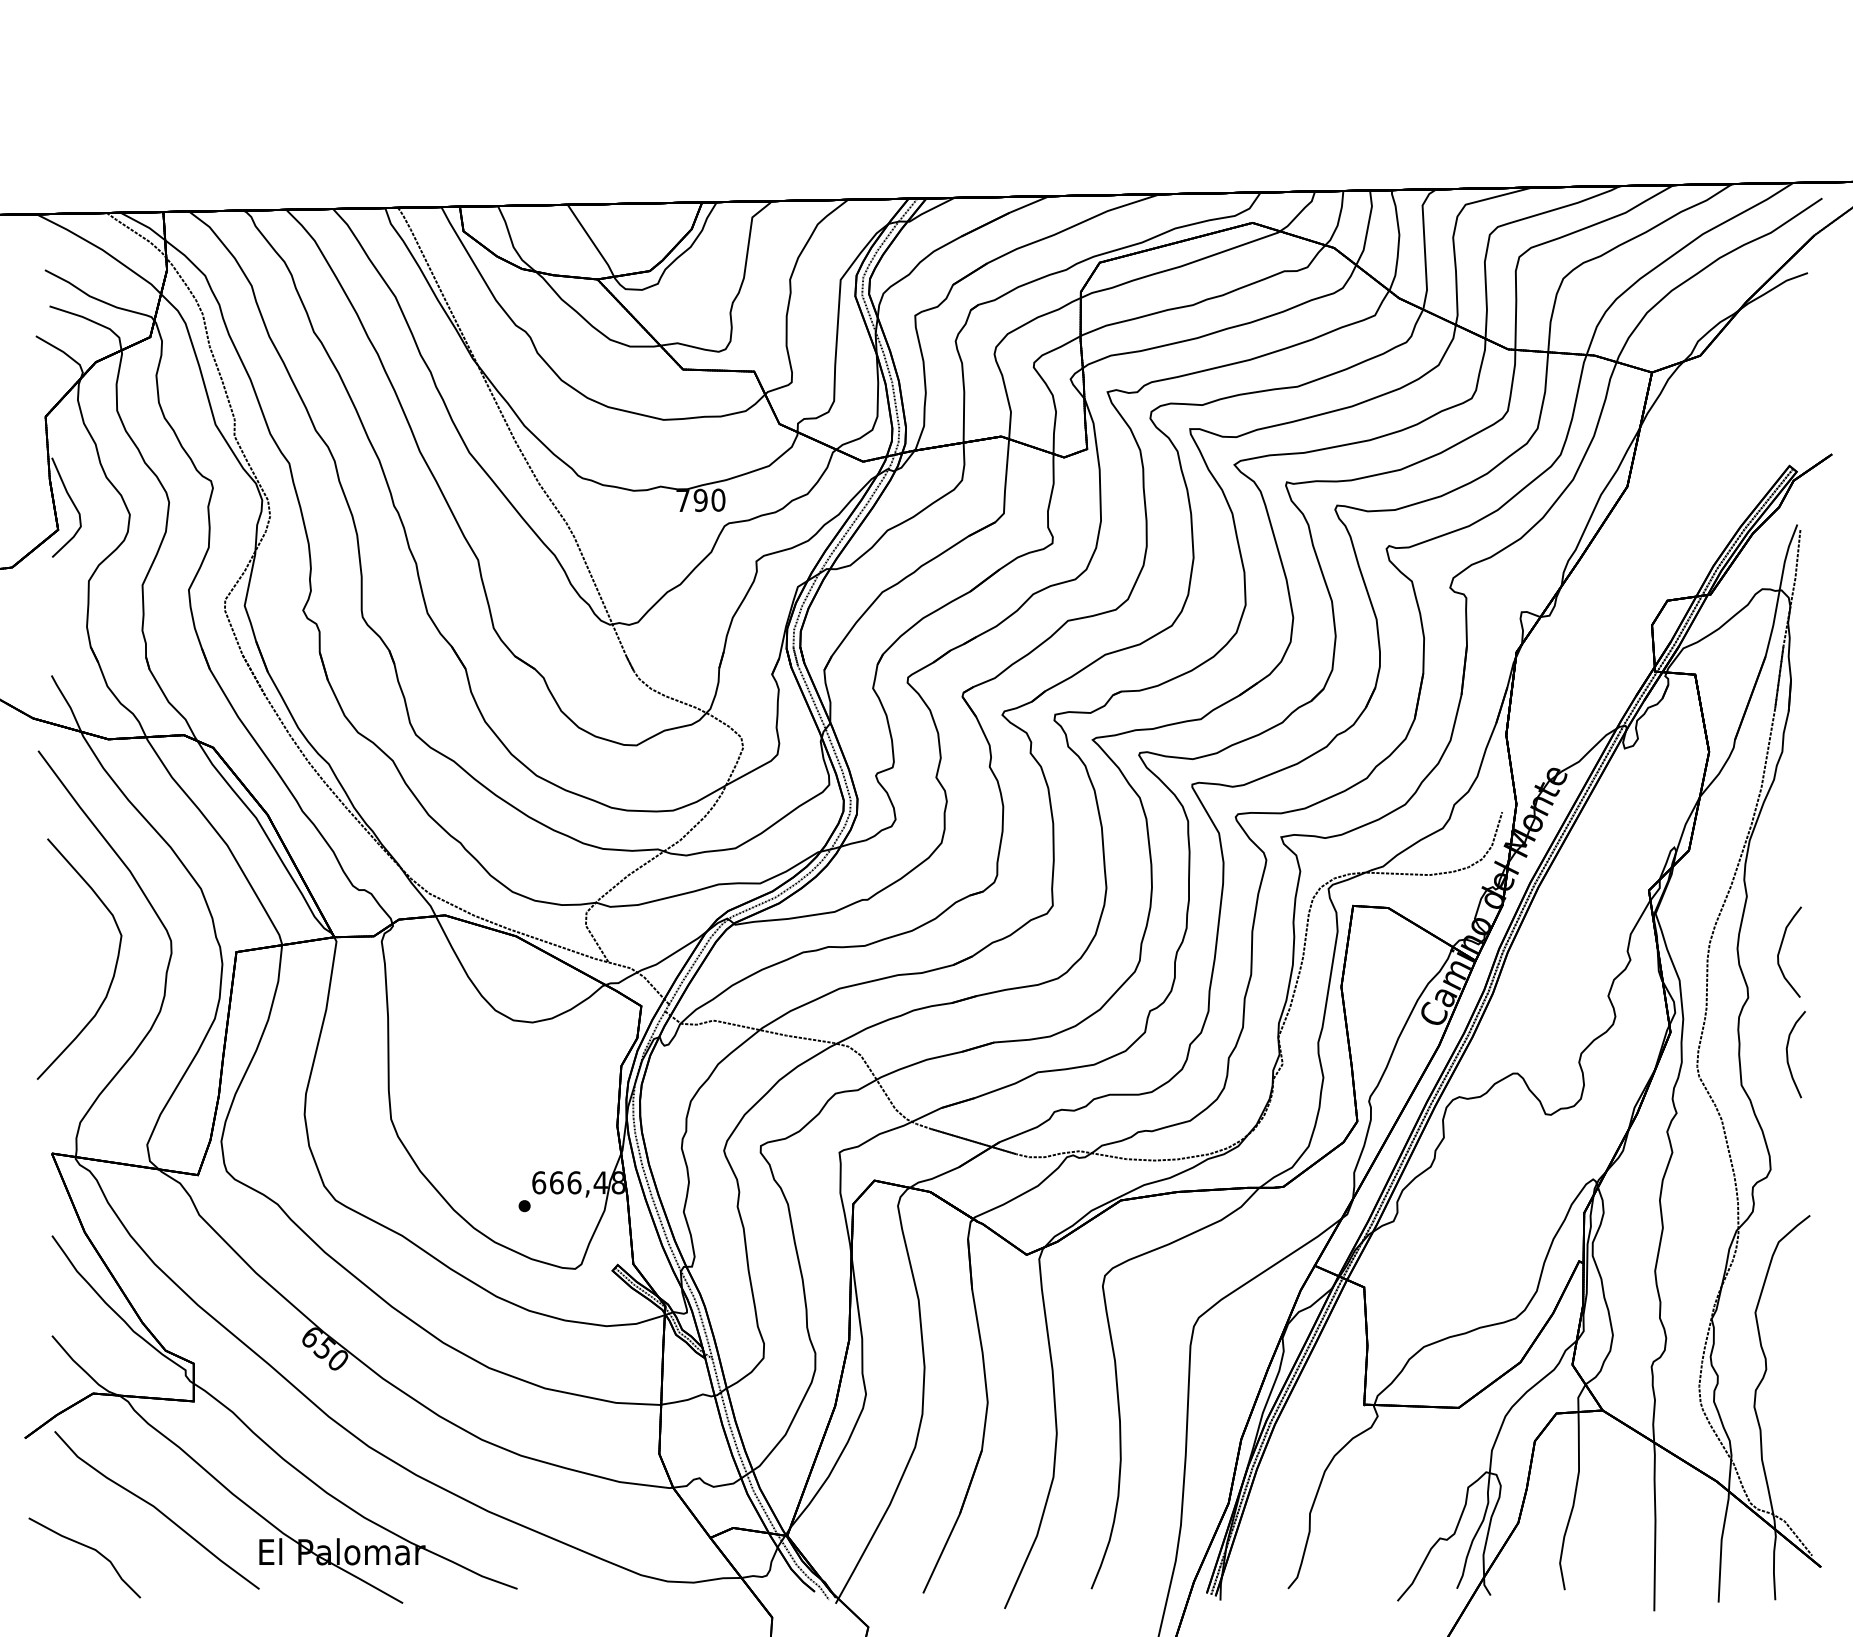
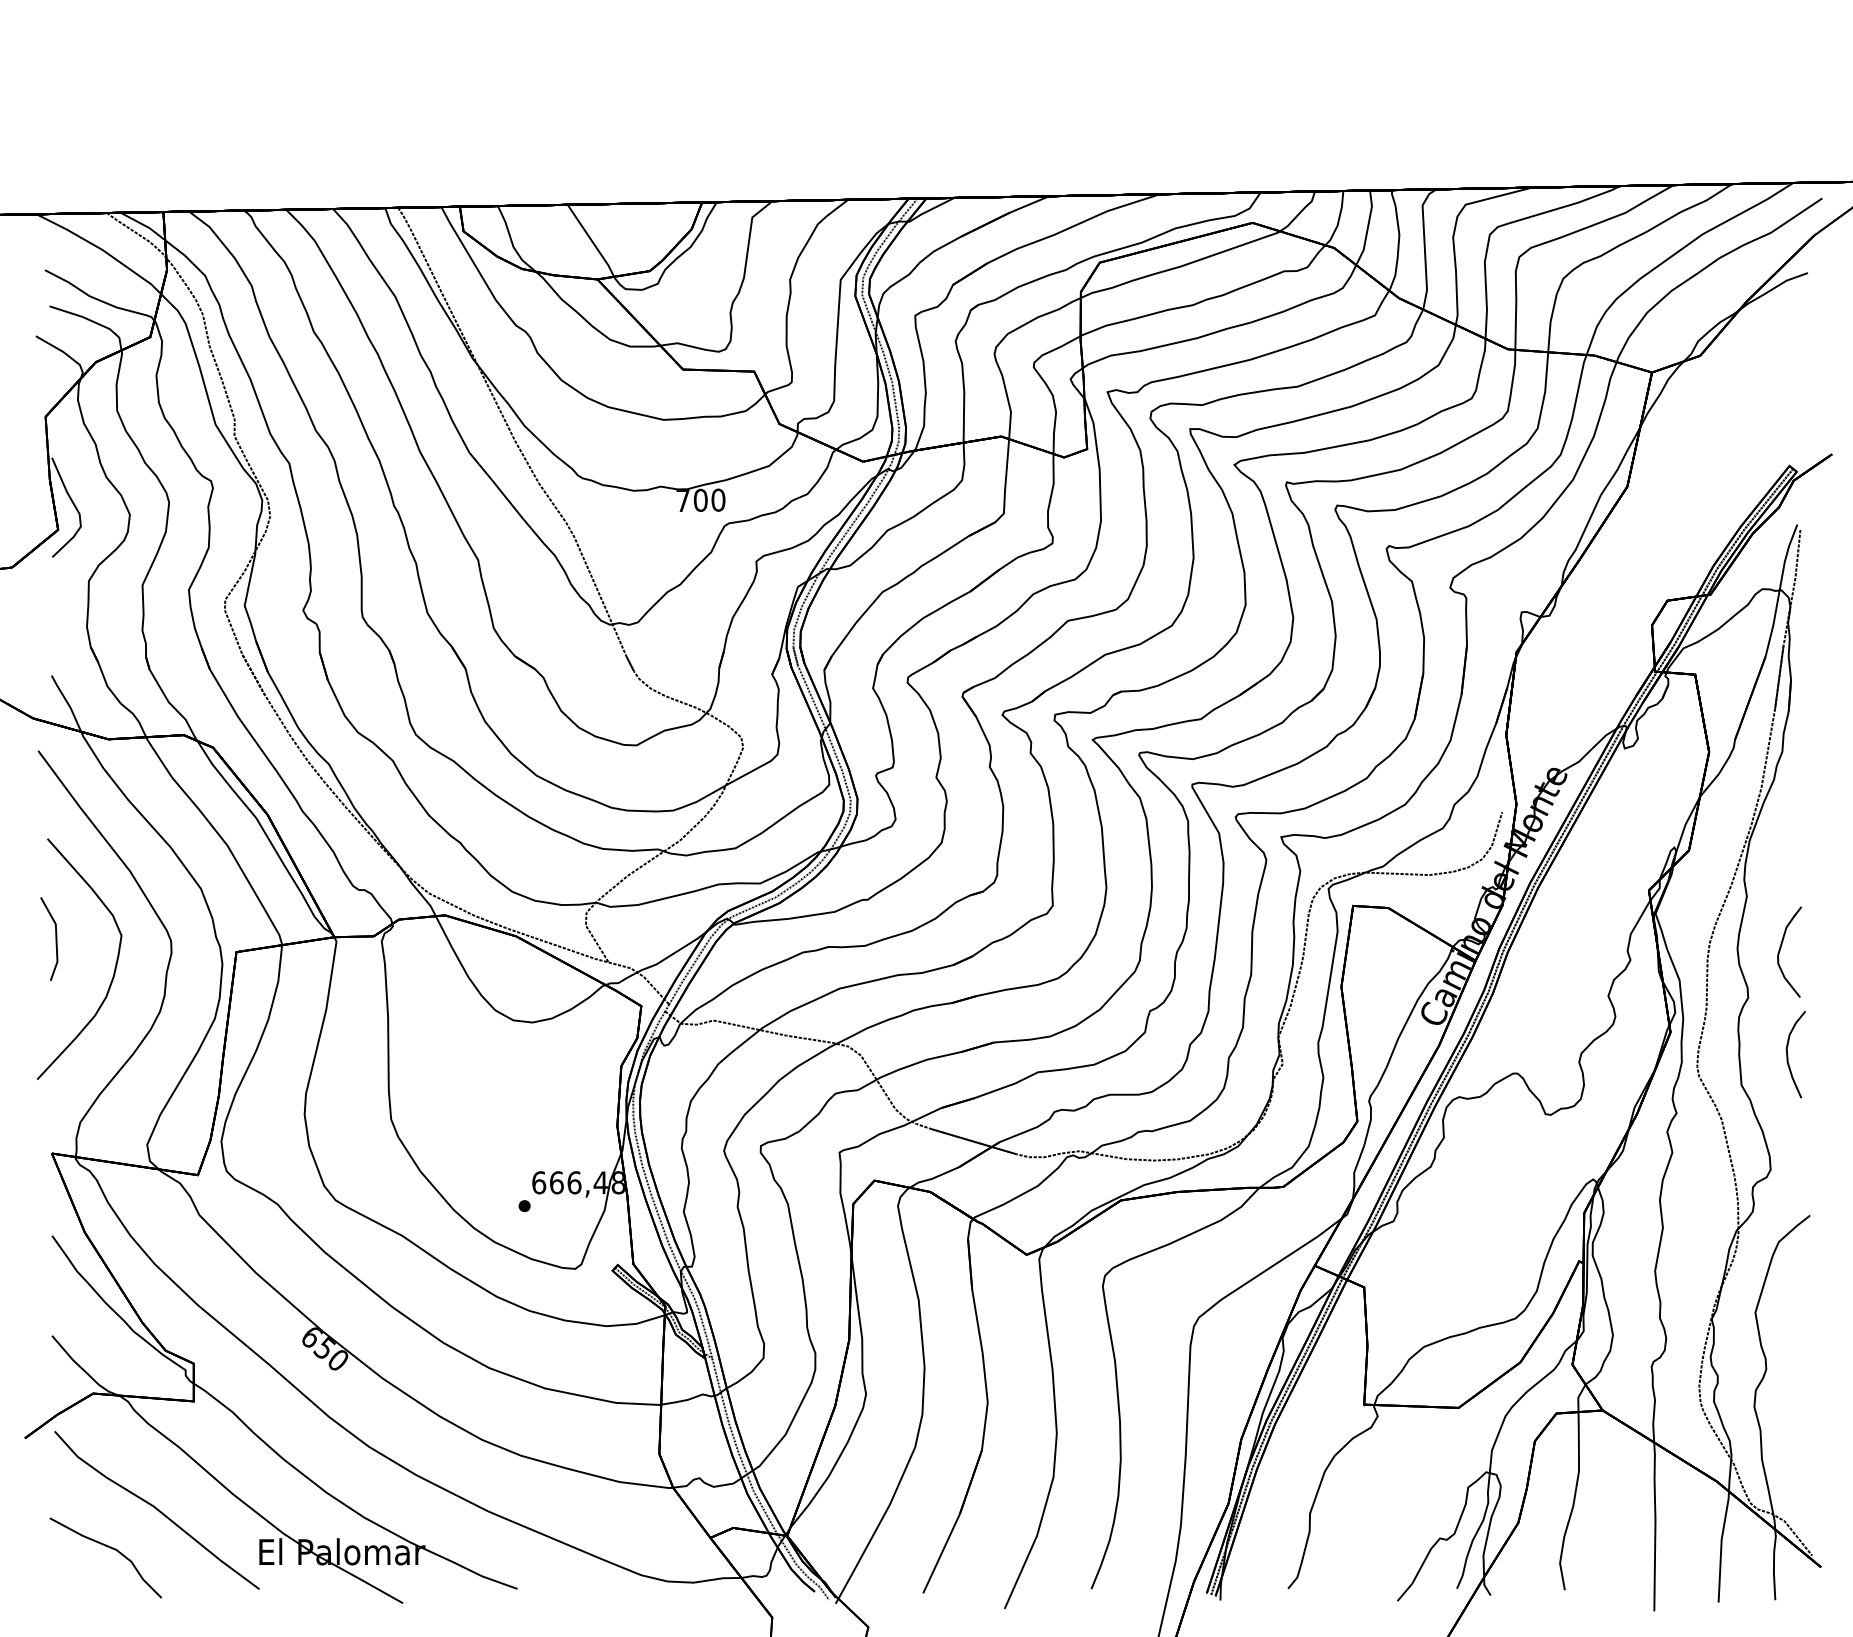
text at (700, 500): 790 -> 700
line at (55, 938): none -> present
curve at (86, 1547) position: (86, 1547) -> (107, 1547)
